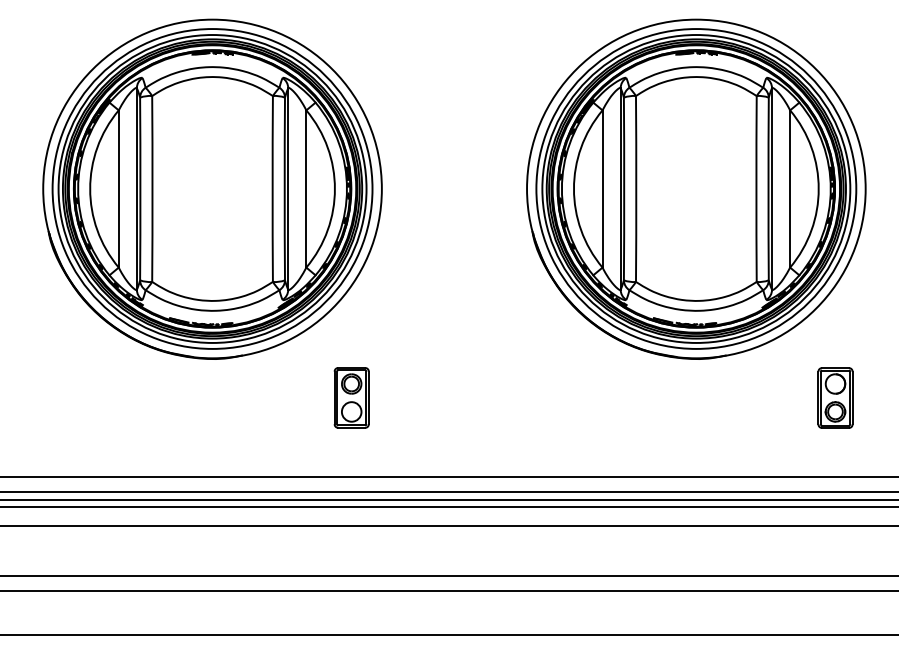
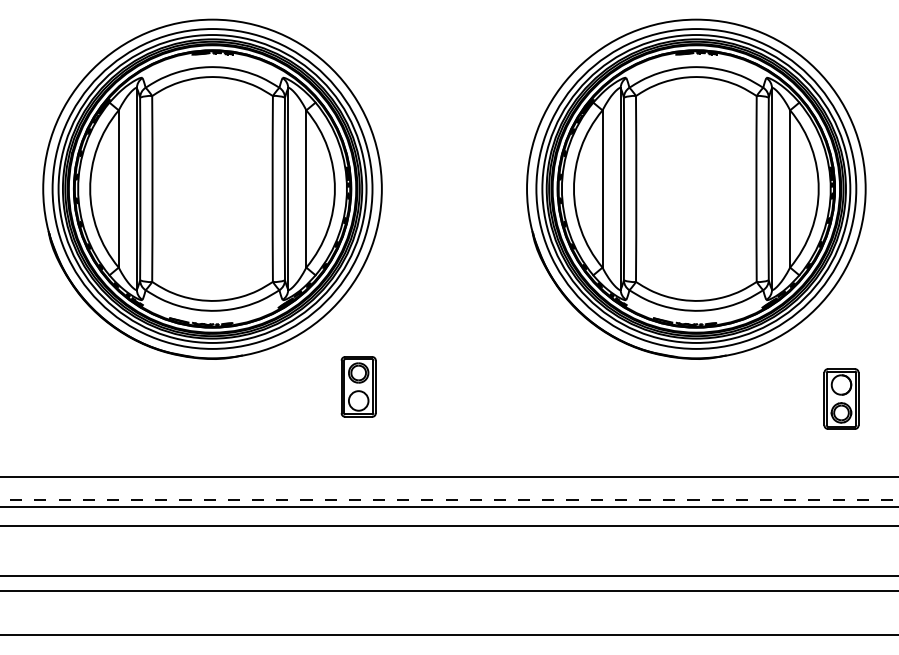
part at (351, 397) position: (351, 397) -> (358, 386)
part at (835, 397) position: (835, 397) -> (841, 398)
line at (448, 491): present -> none
line at (449, 500): solid -> dashed
